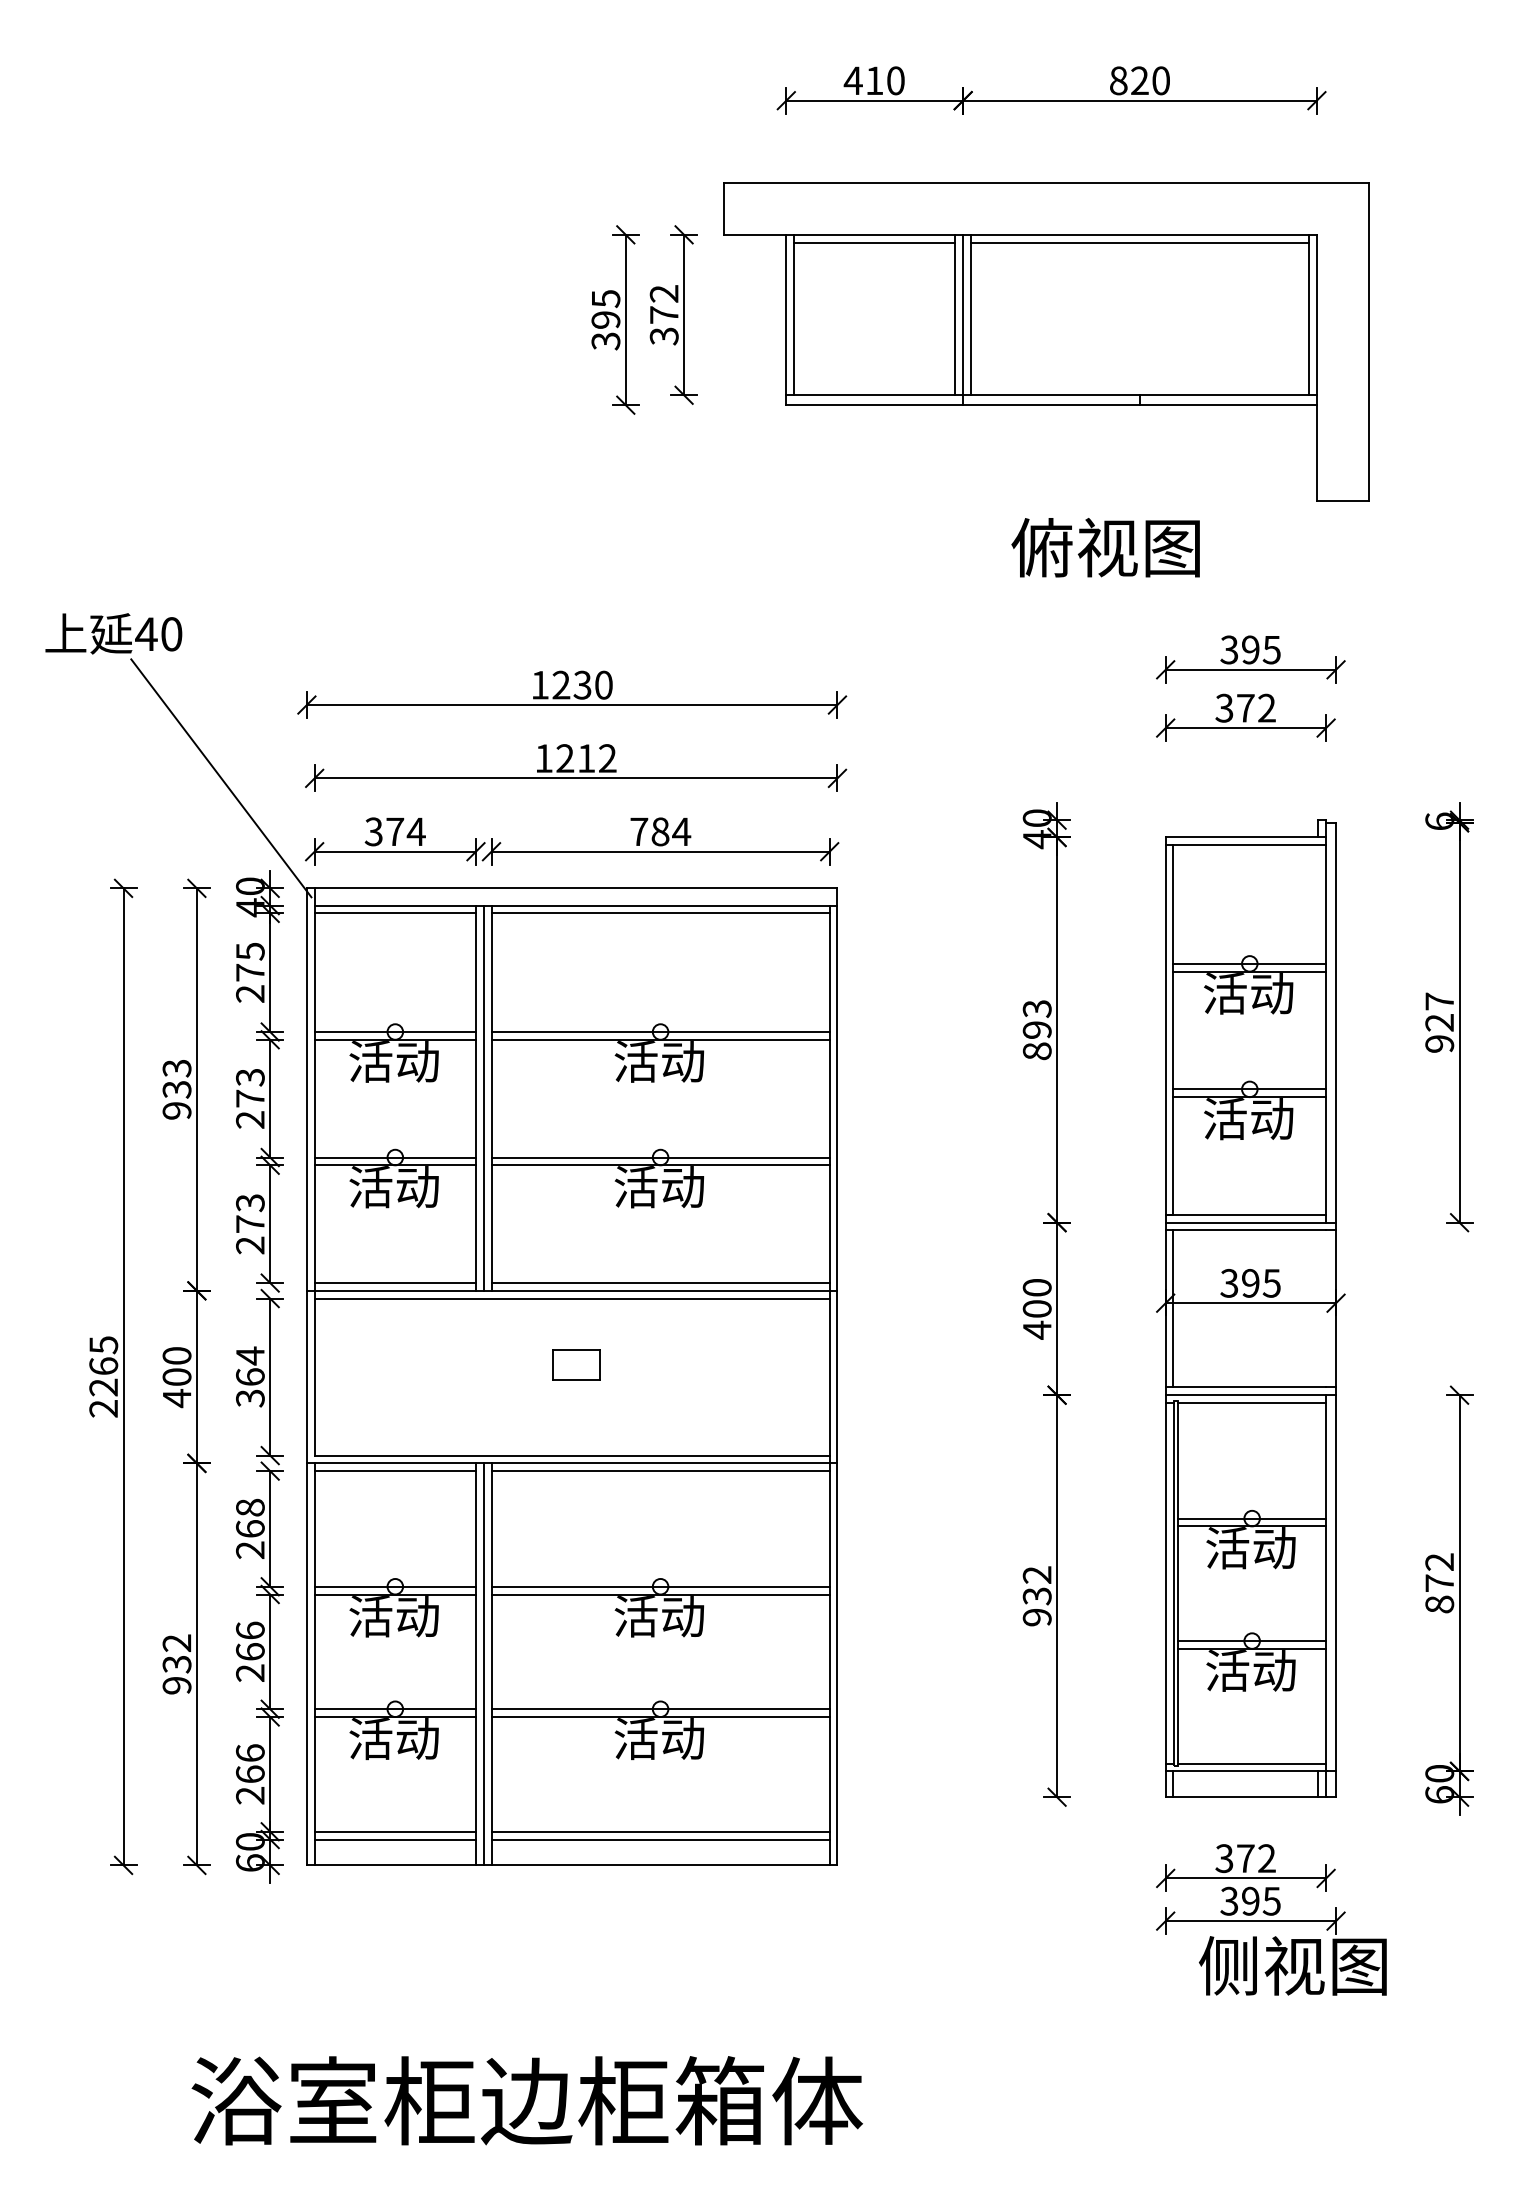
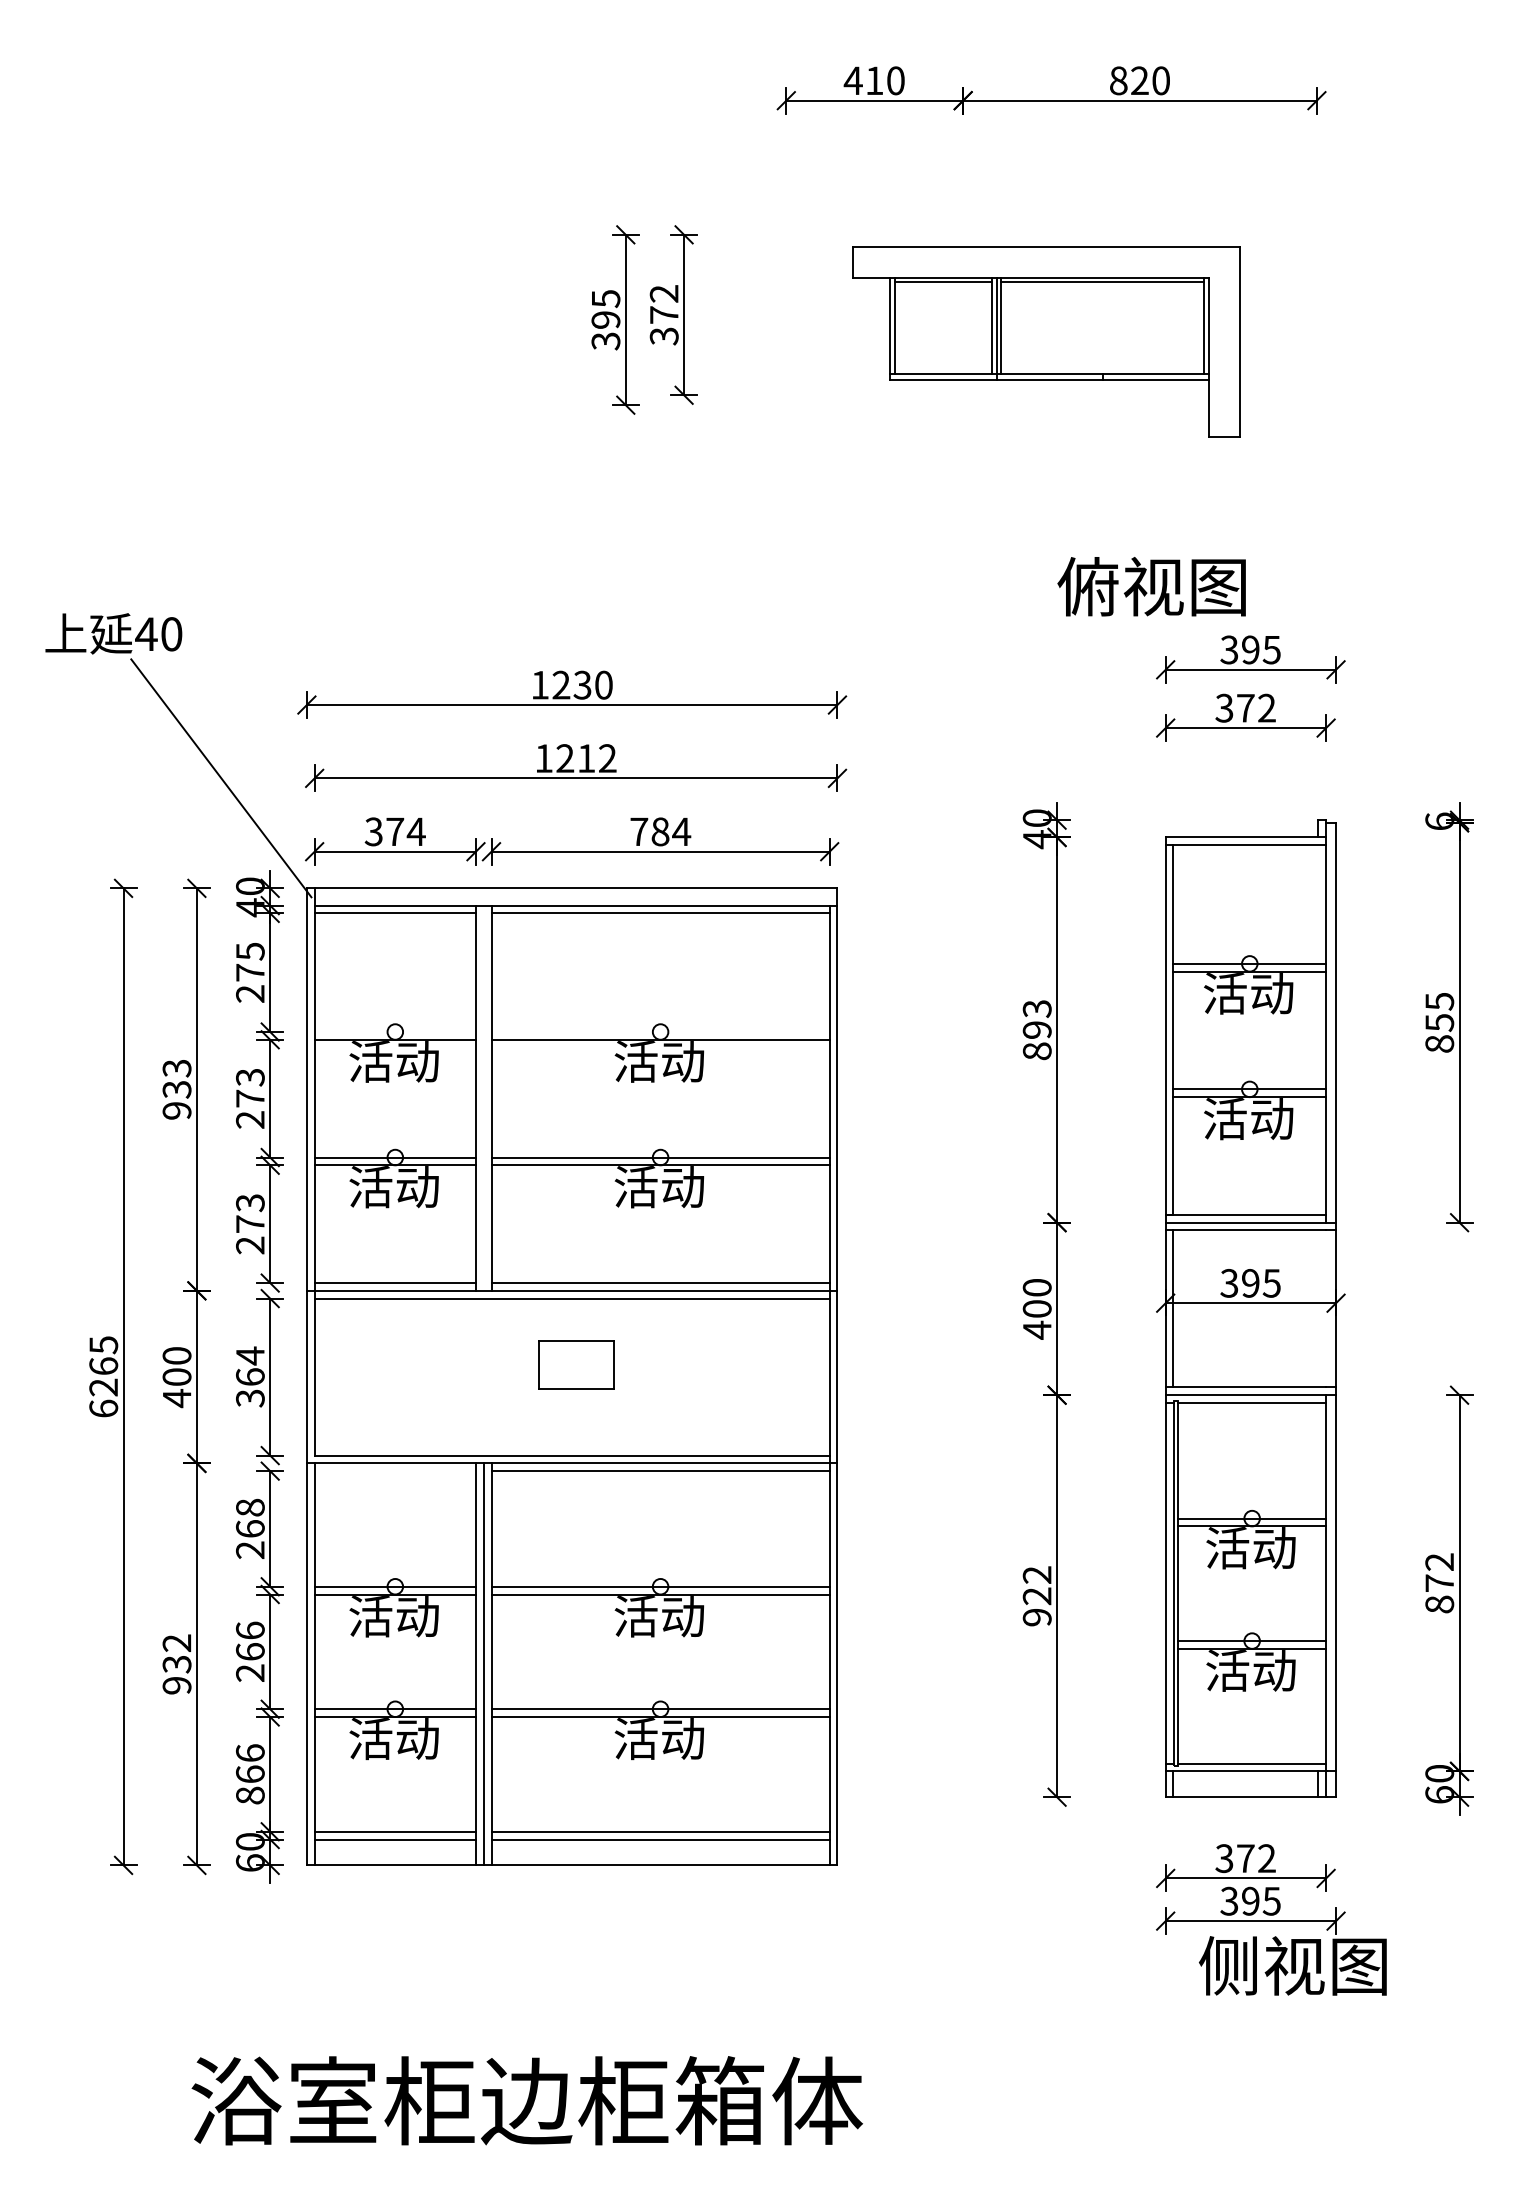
part at (1046, 341) size: 647x320 px -> 389x192 px
text at (1105, 547) position: (1105, 547) -> (1151, 586)
text at (1439, 1022): 927 -> 855
line at (394, 1032): present -> none
line at (660, 1032): present -> none
line at (483, 1097): present -> none
part at (576, 1364) size: 49x32 px -> 77x50 px
text at (103, 1408): 2265 -> 6265
line at (394, 1471): present -> none
text at (1037, 1596): 932 -> 922
text at (250, 1795): 266 -> 866
